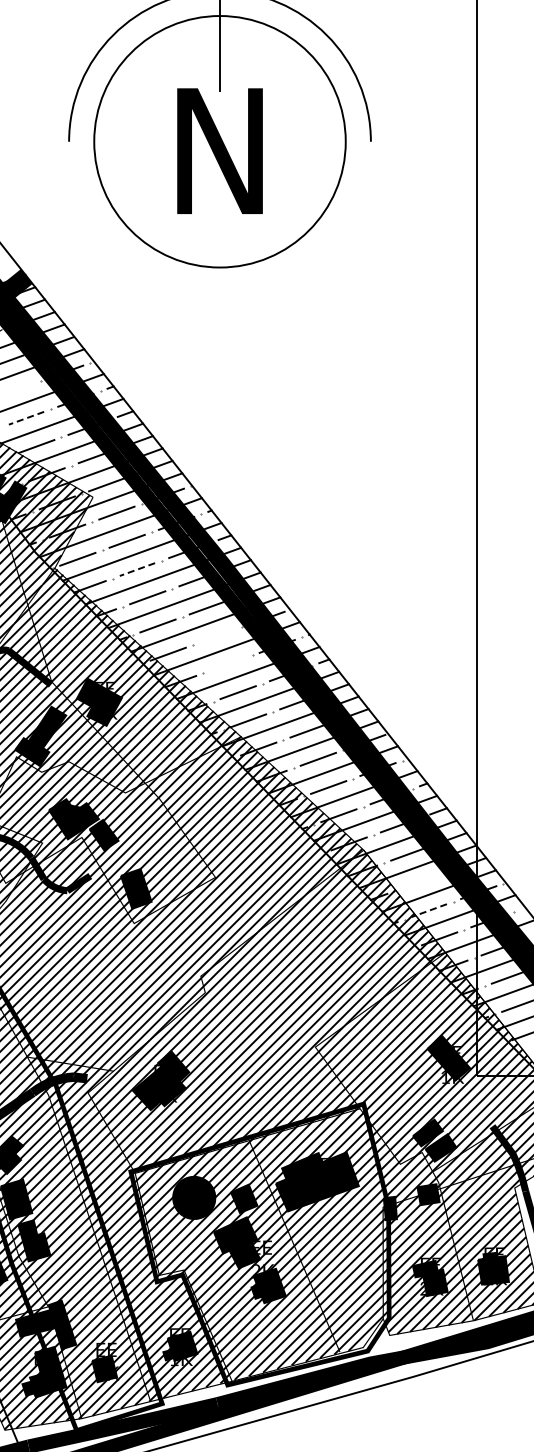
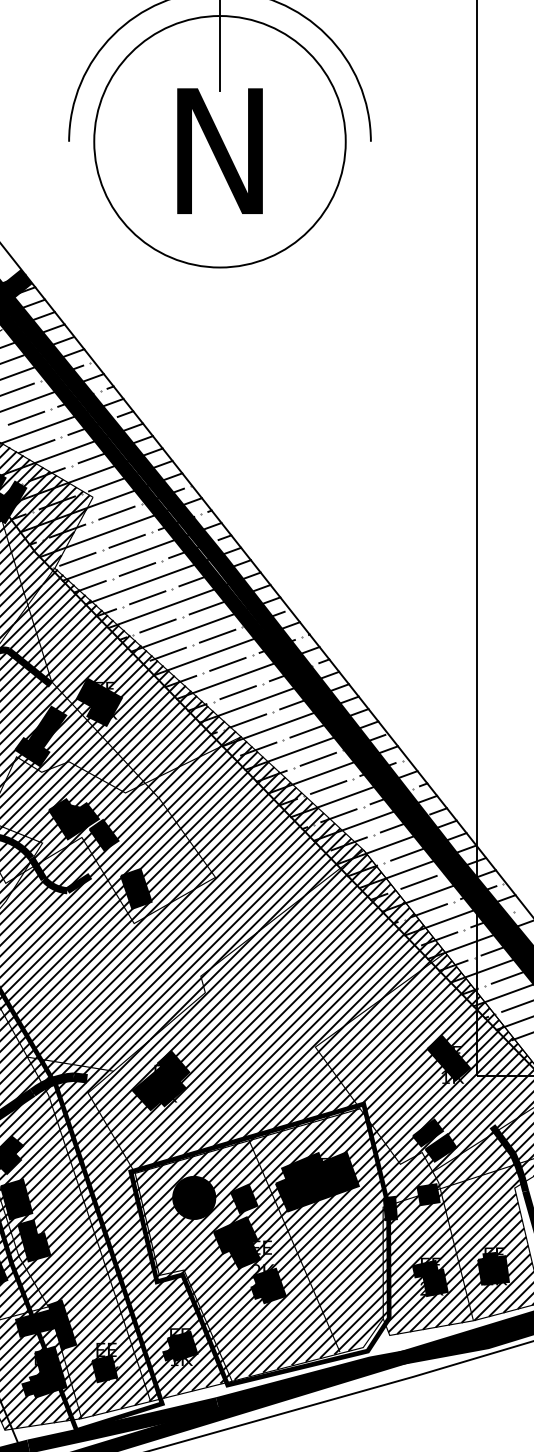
line at (17, 389): none -> present
line at (26, 418): dashed -> solid
line at (137, 569): dashed -> solid
line at (217, 635): none -> present
line at (227, 663): none -> present
line at (418, 881): none -> present
line at (429, 910): dashed -> solid
